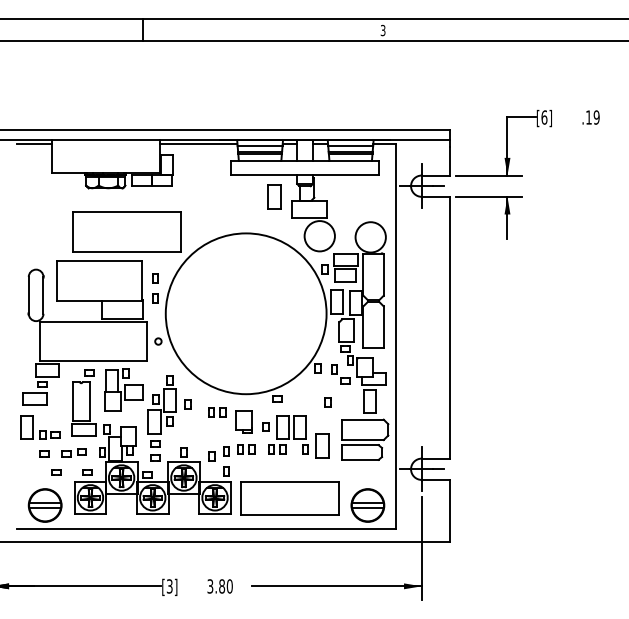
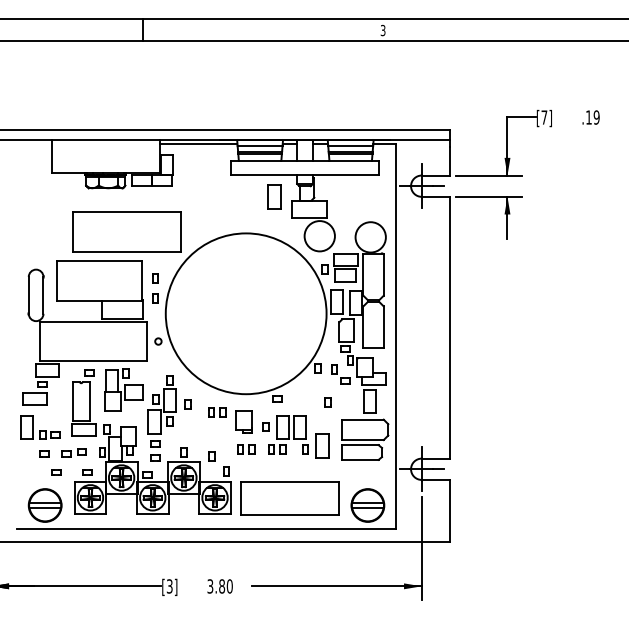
text at (544, 117): [6] -> [7]
line at (33, 143): present -> none
part at (226, 451): present -> none
